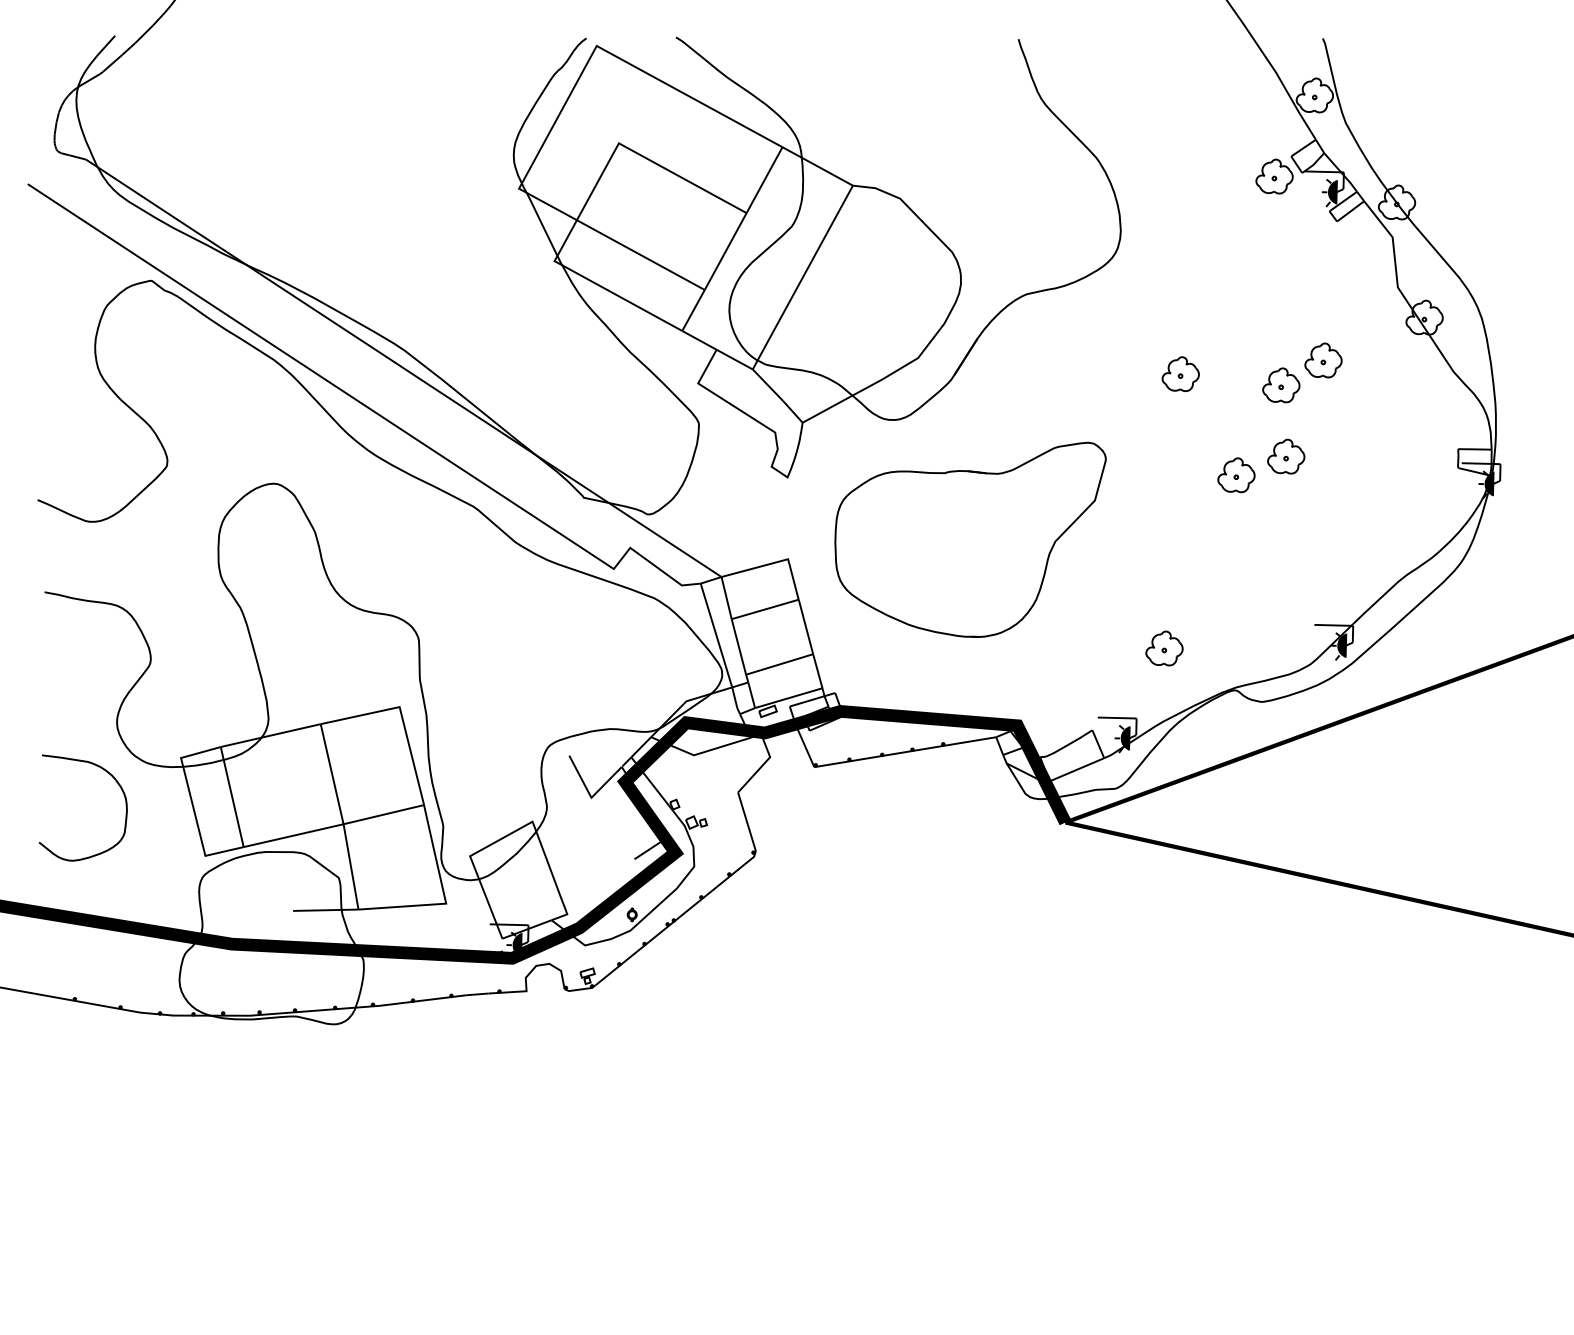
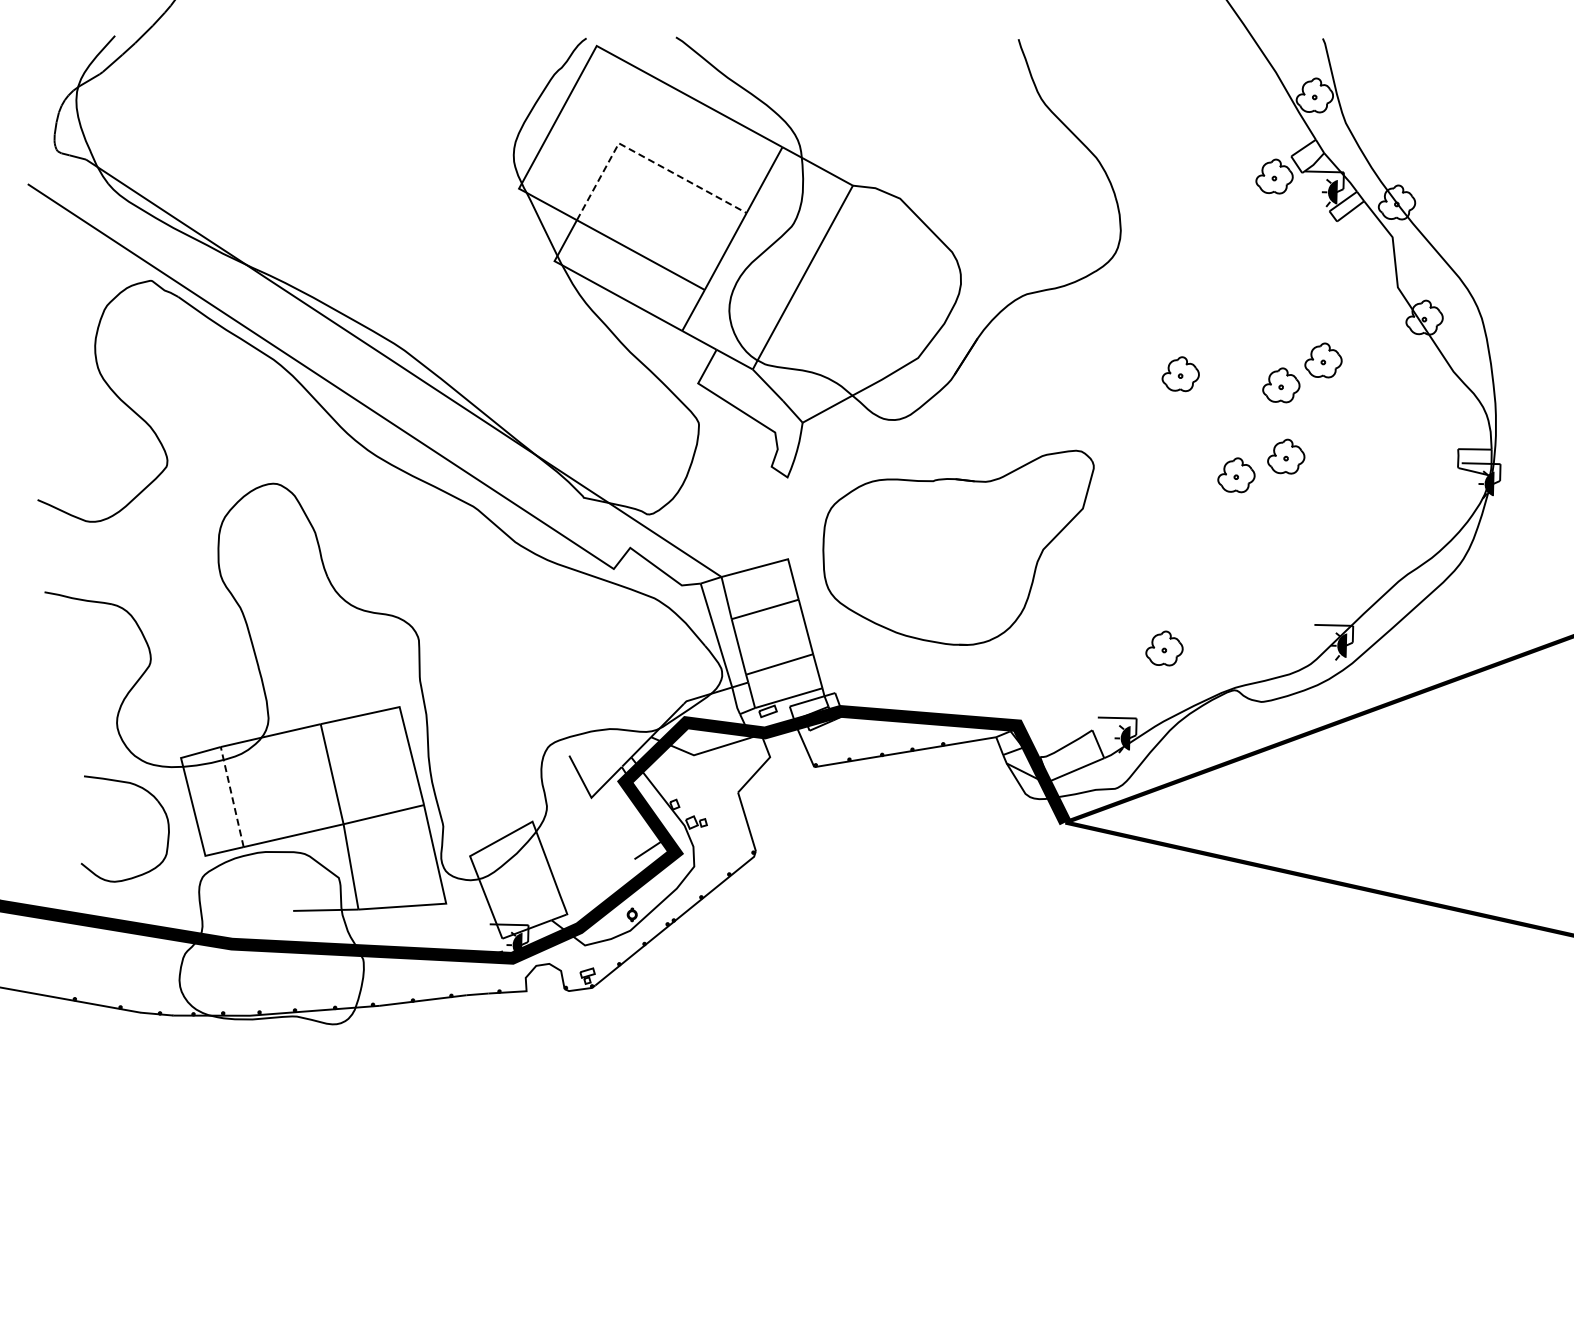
line at (644, 157): solid -> dashed
part at (970, 539) position: (970, 539) -> (958, 547)
part at (115, 781) position: (115, 781) -> (157, 802)
line at (231, 795): solid -> dashed
